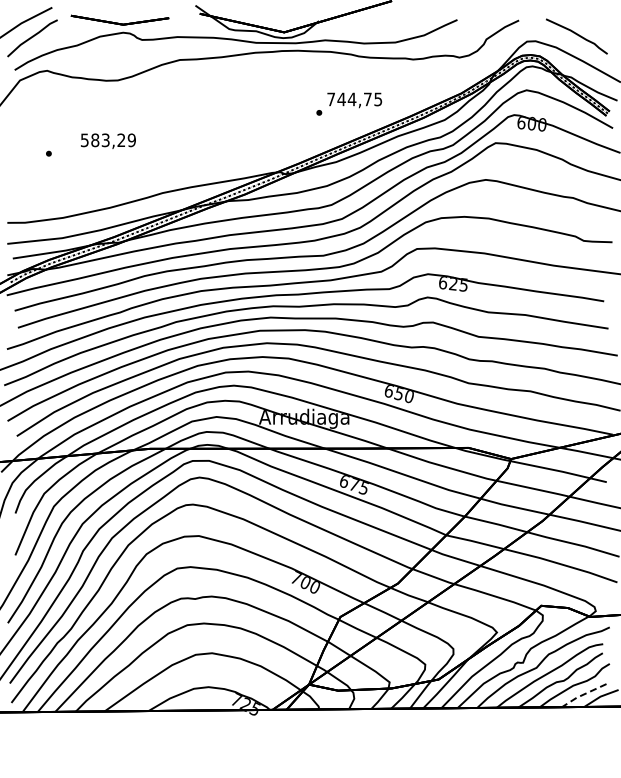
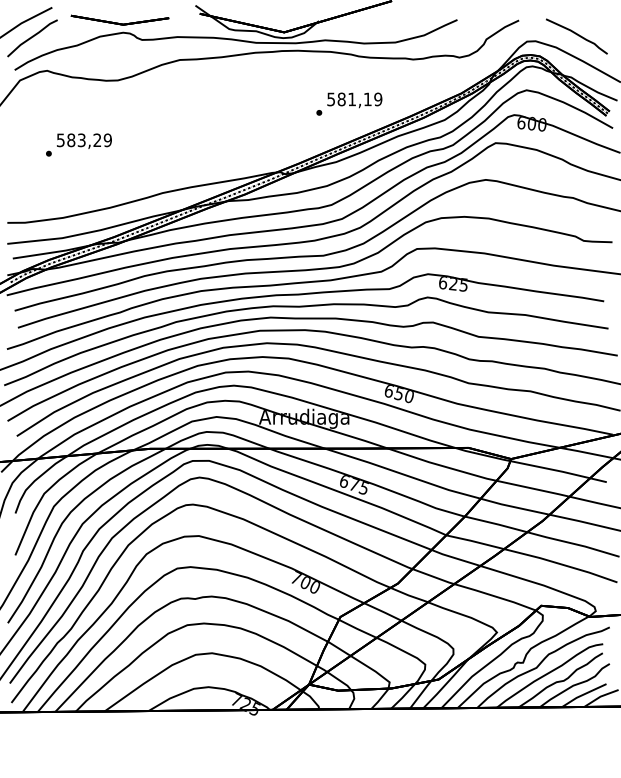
text at (354, 99): 744,75 -> 581,19
text at (108, 140) position: (108, 140) -> (84, 140)
line at (582, 694): dashed -> solid
